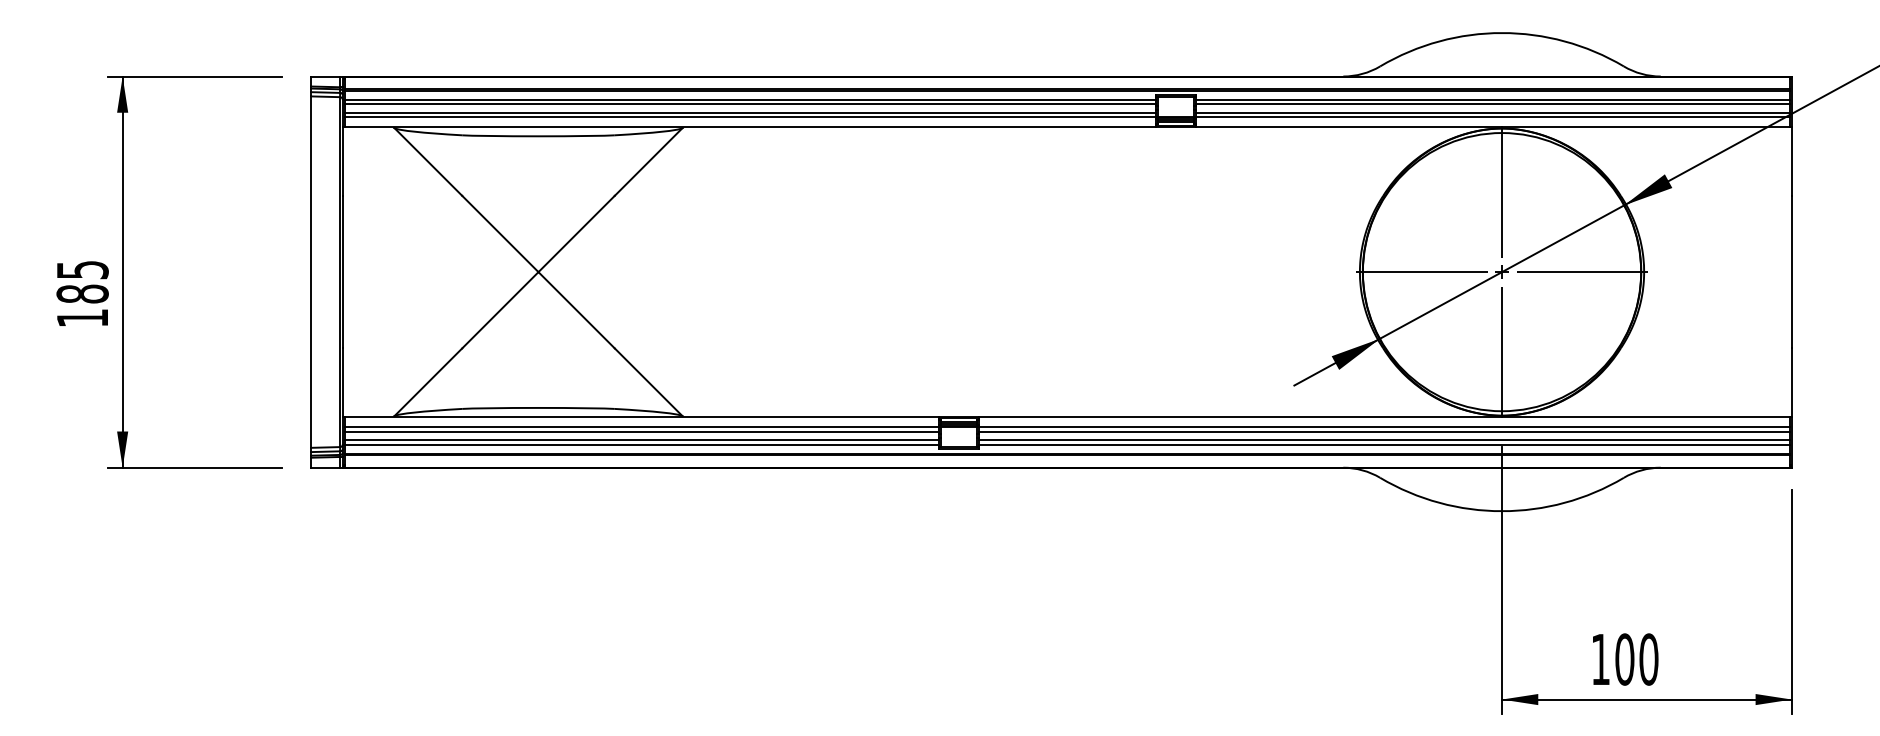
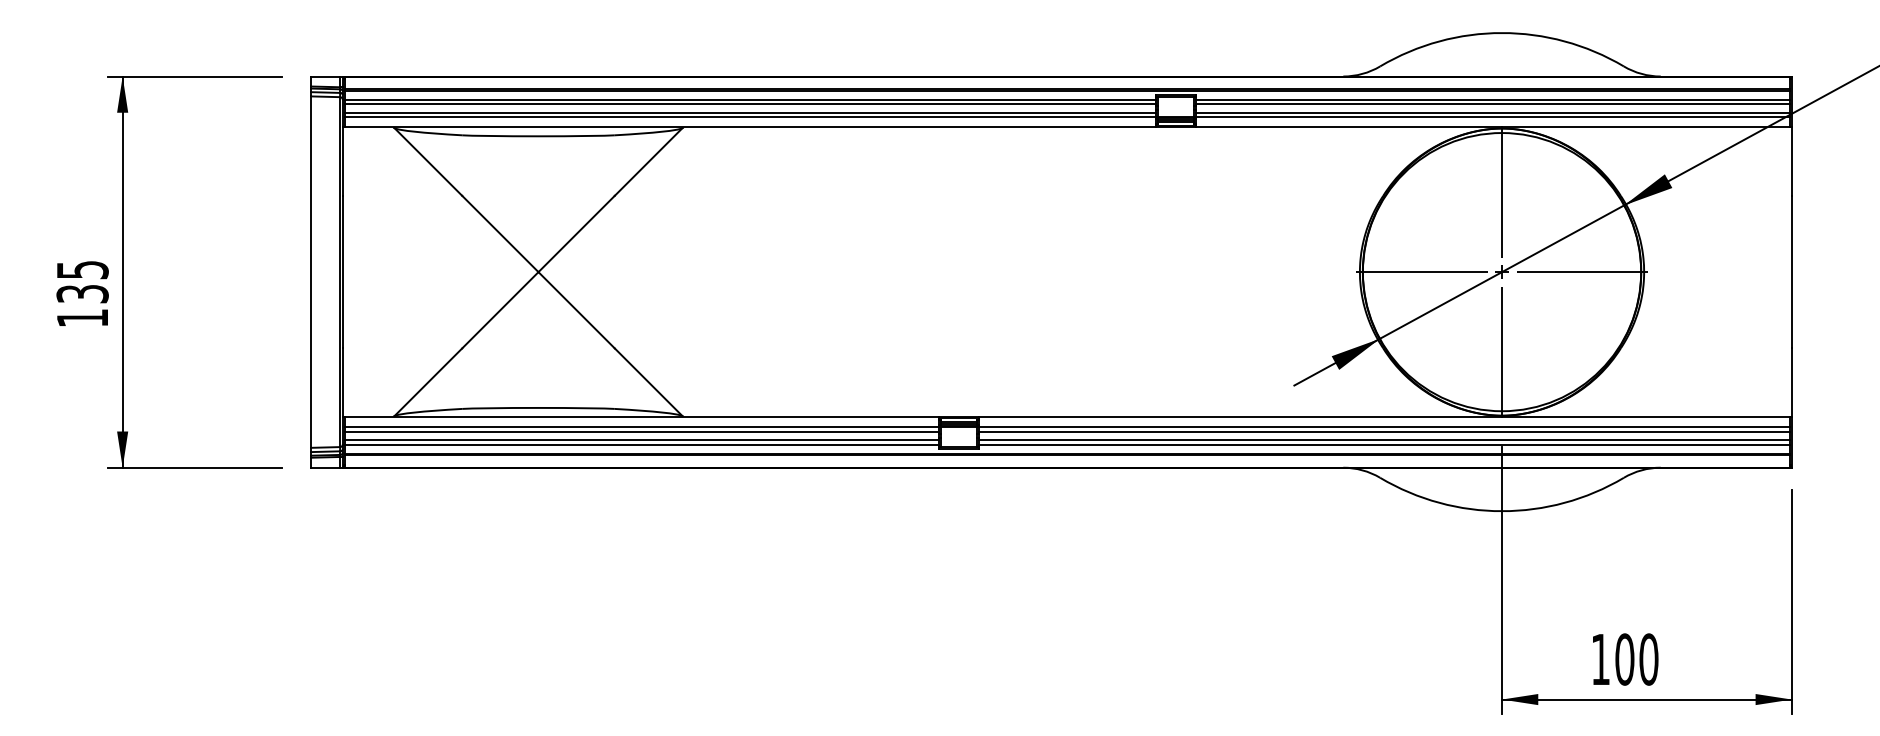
text at (82, 293): 185 -> 135
